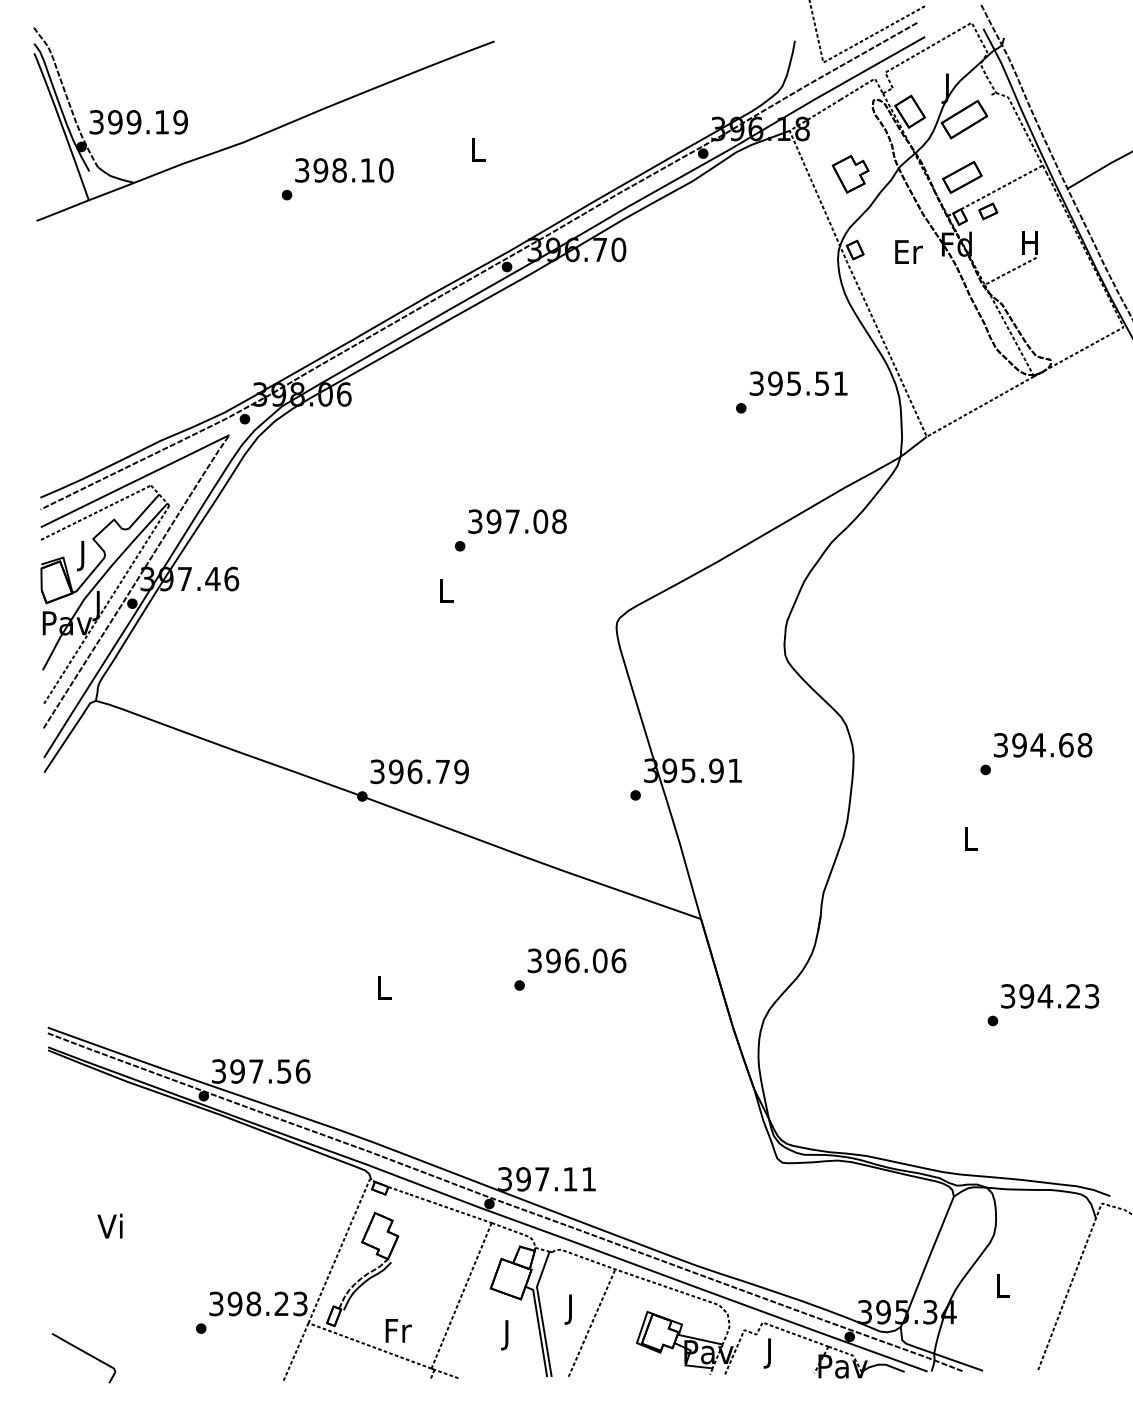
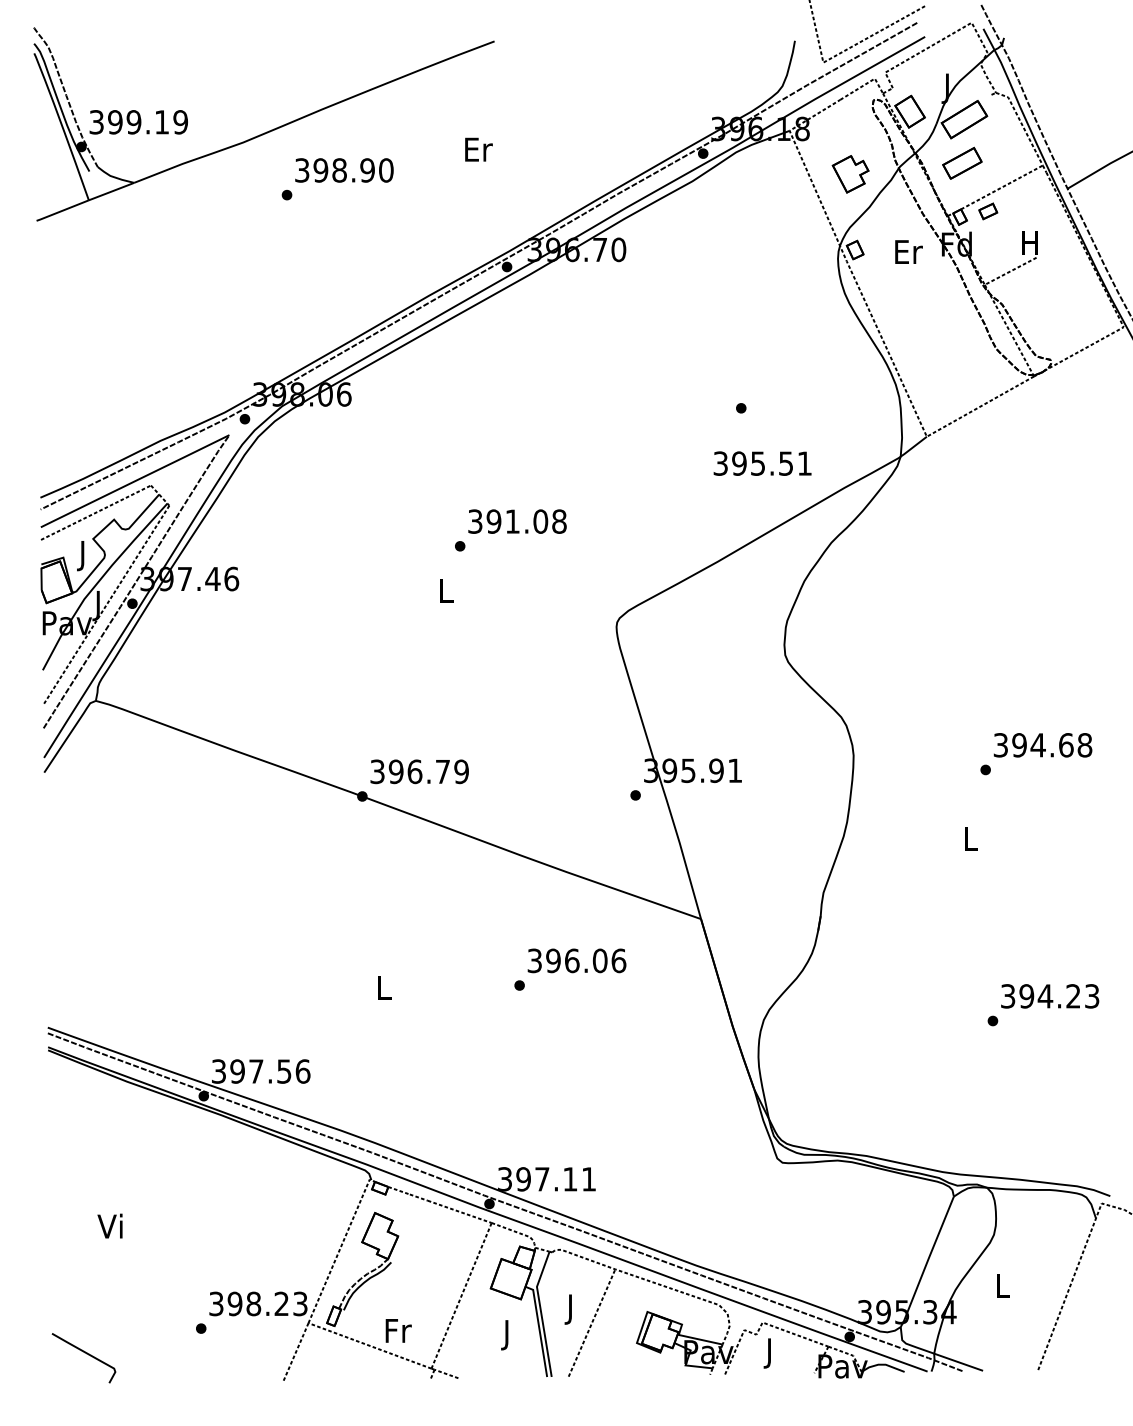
text at (478, 149): L -> Er
text at (367, 170): 398.10 -> 398.90
part at (962, 176) position: (962, 176) -> (962, 162)
text at (798, 383) position: (798, 383) -> (762, 463)
text at (512, 521): 397.08 -> 391.08
